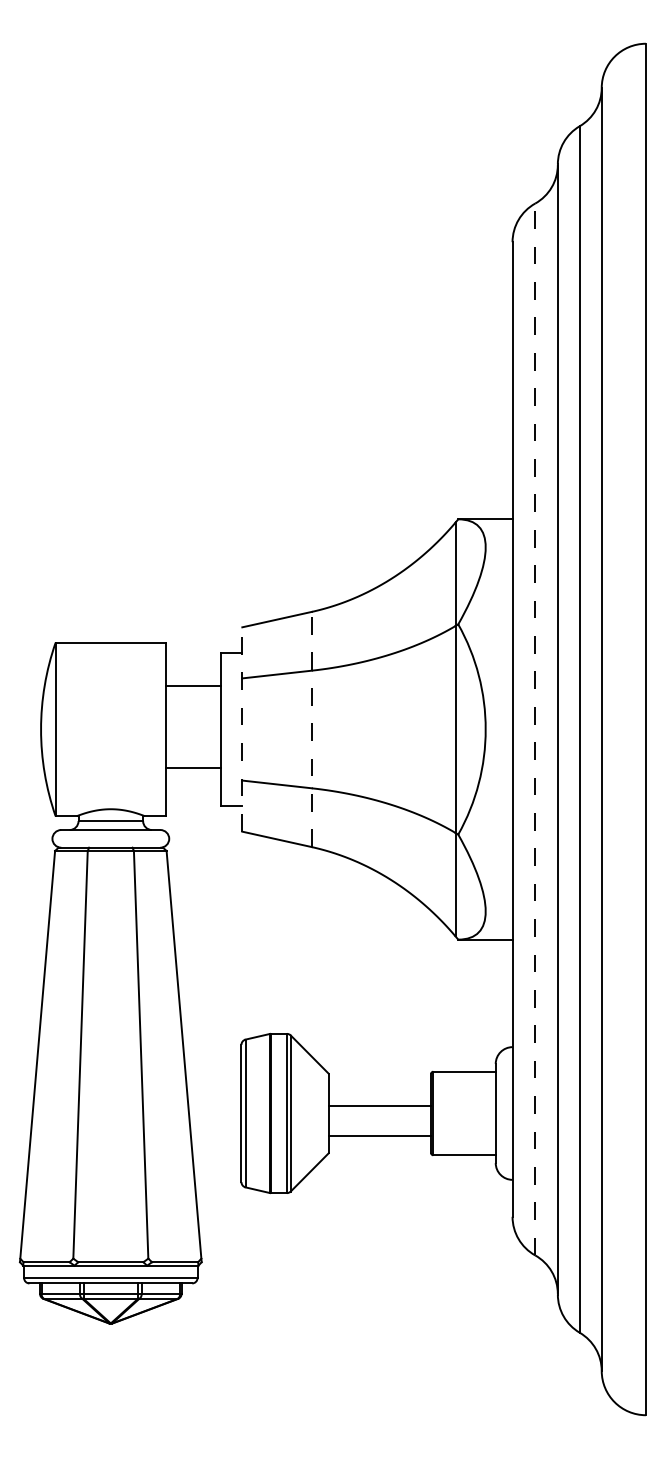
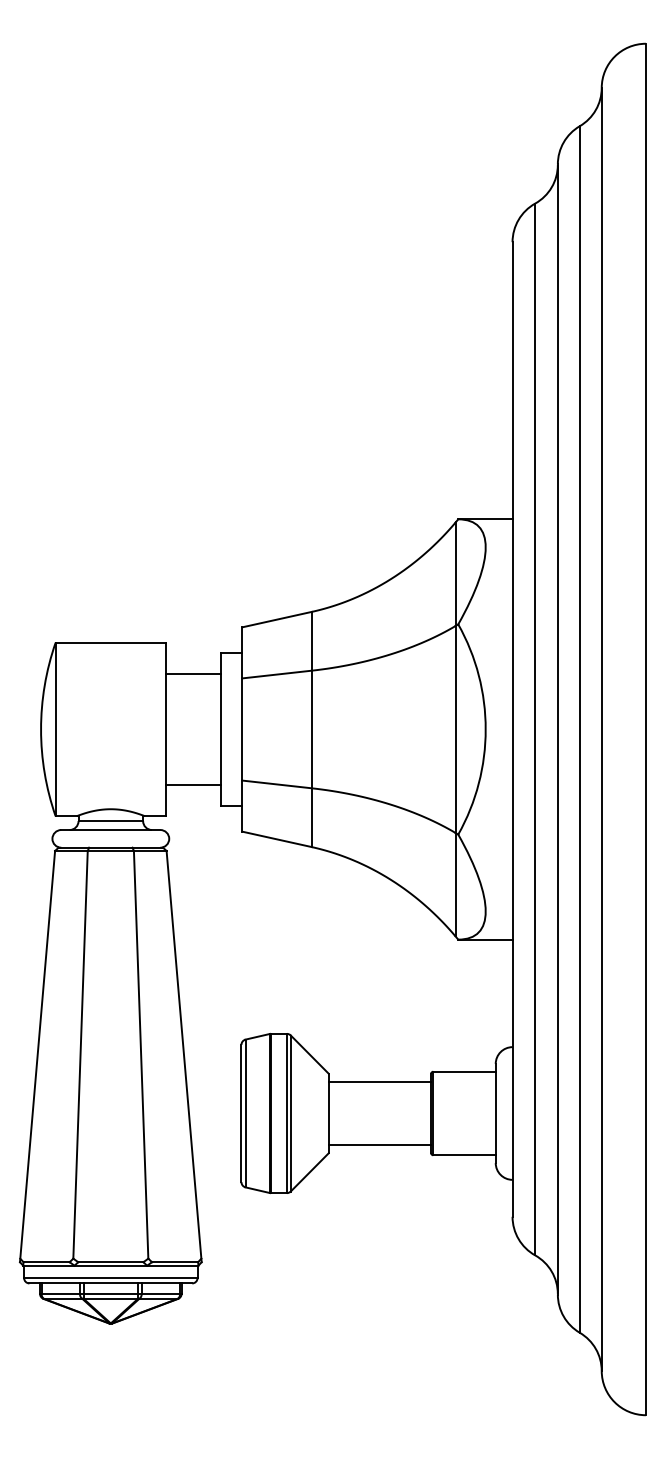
line at (193, 686) position: (193, 686) -> (193, 674)
line at (242, 729): dashed -> solid
line at (311, 729): dashed -> solid
line at (535, 729): dashed -> solid
line at (193, 767) position: (193, 767) -> (193, 784)
line at (379, 1106) position: (379, 1106) -> (379, 1082)
line at (379, 1135) position: (379, 1135) -> (379, 1144)
